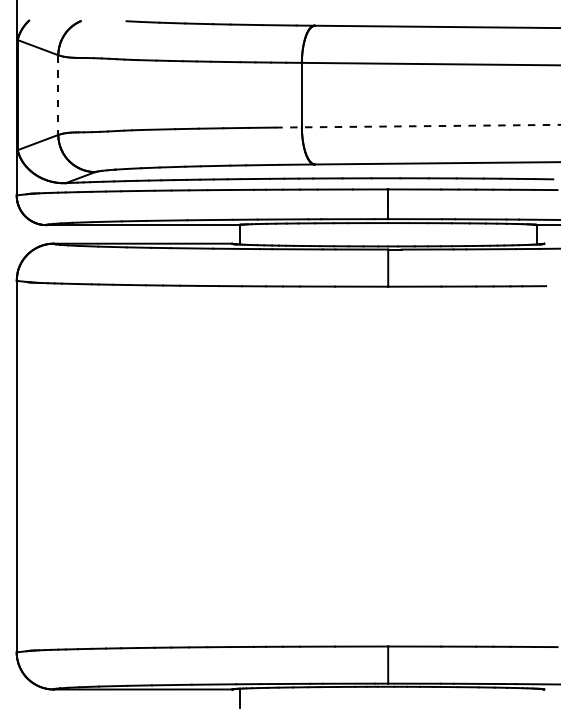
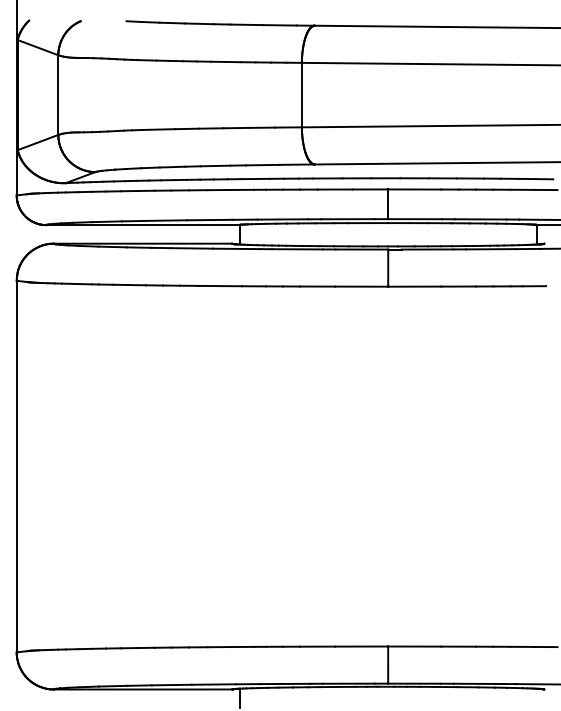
line at (58, 95): dashed -> solid
line at (418, 126): dashed -> solid
